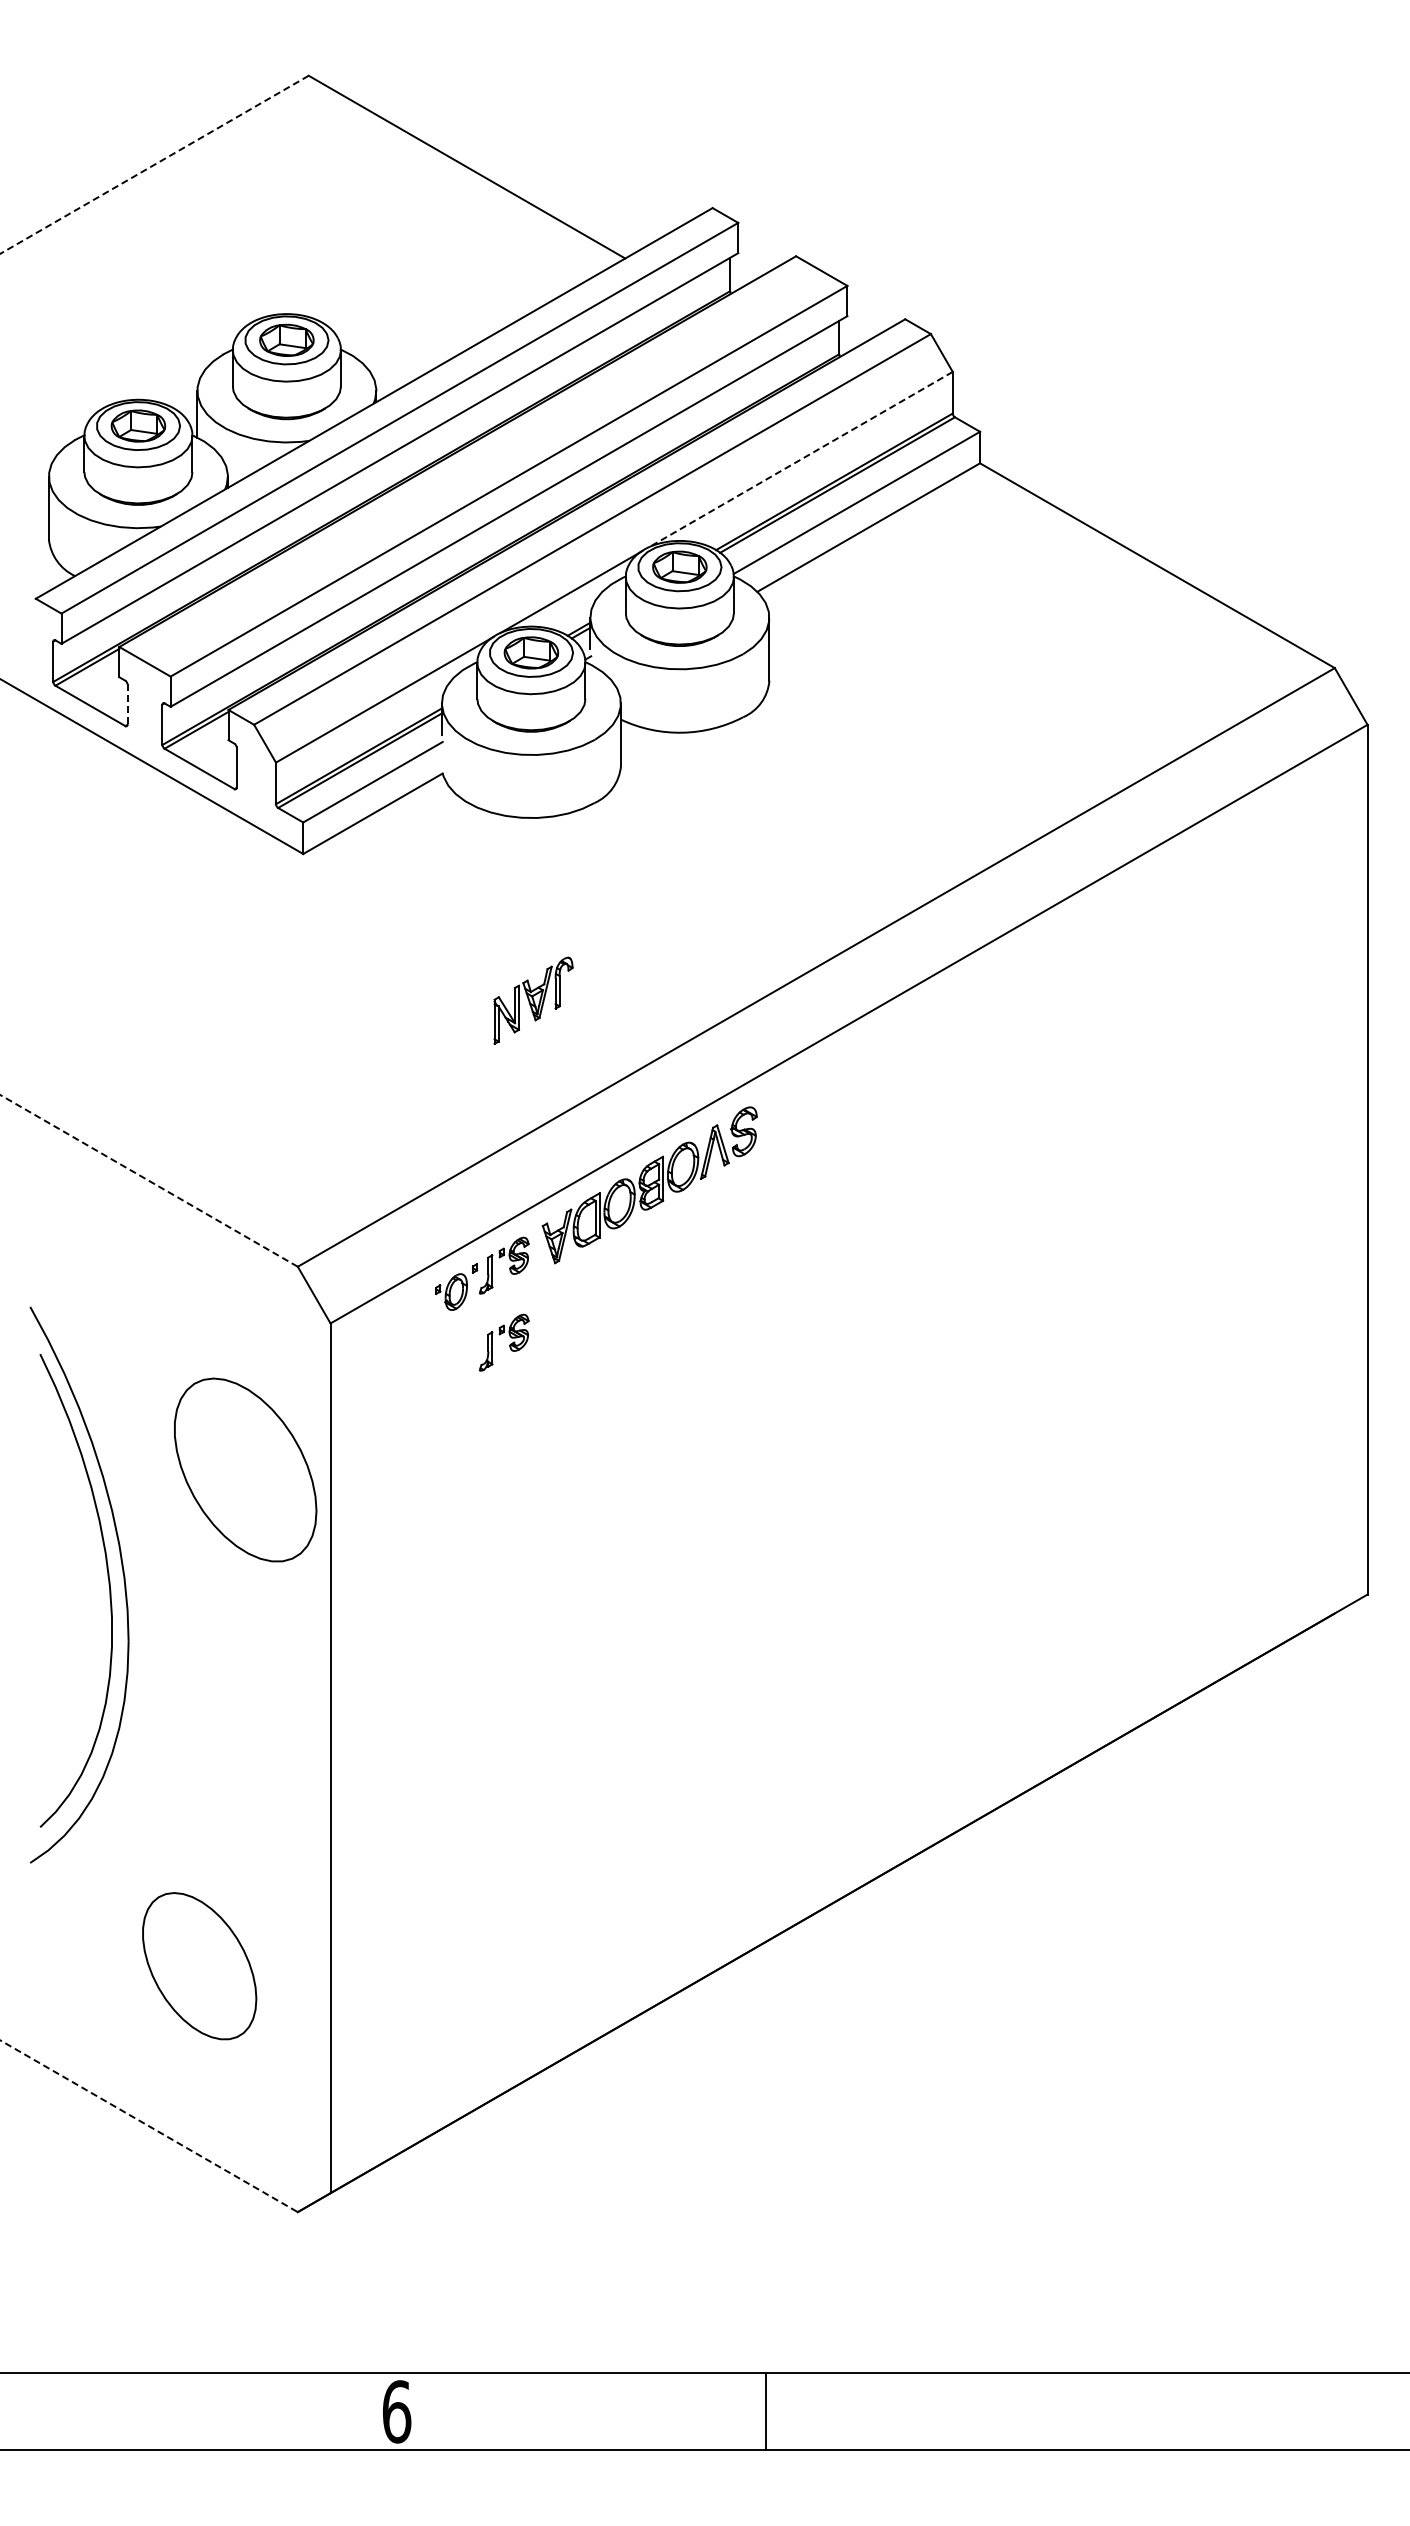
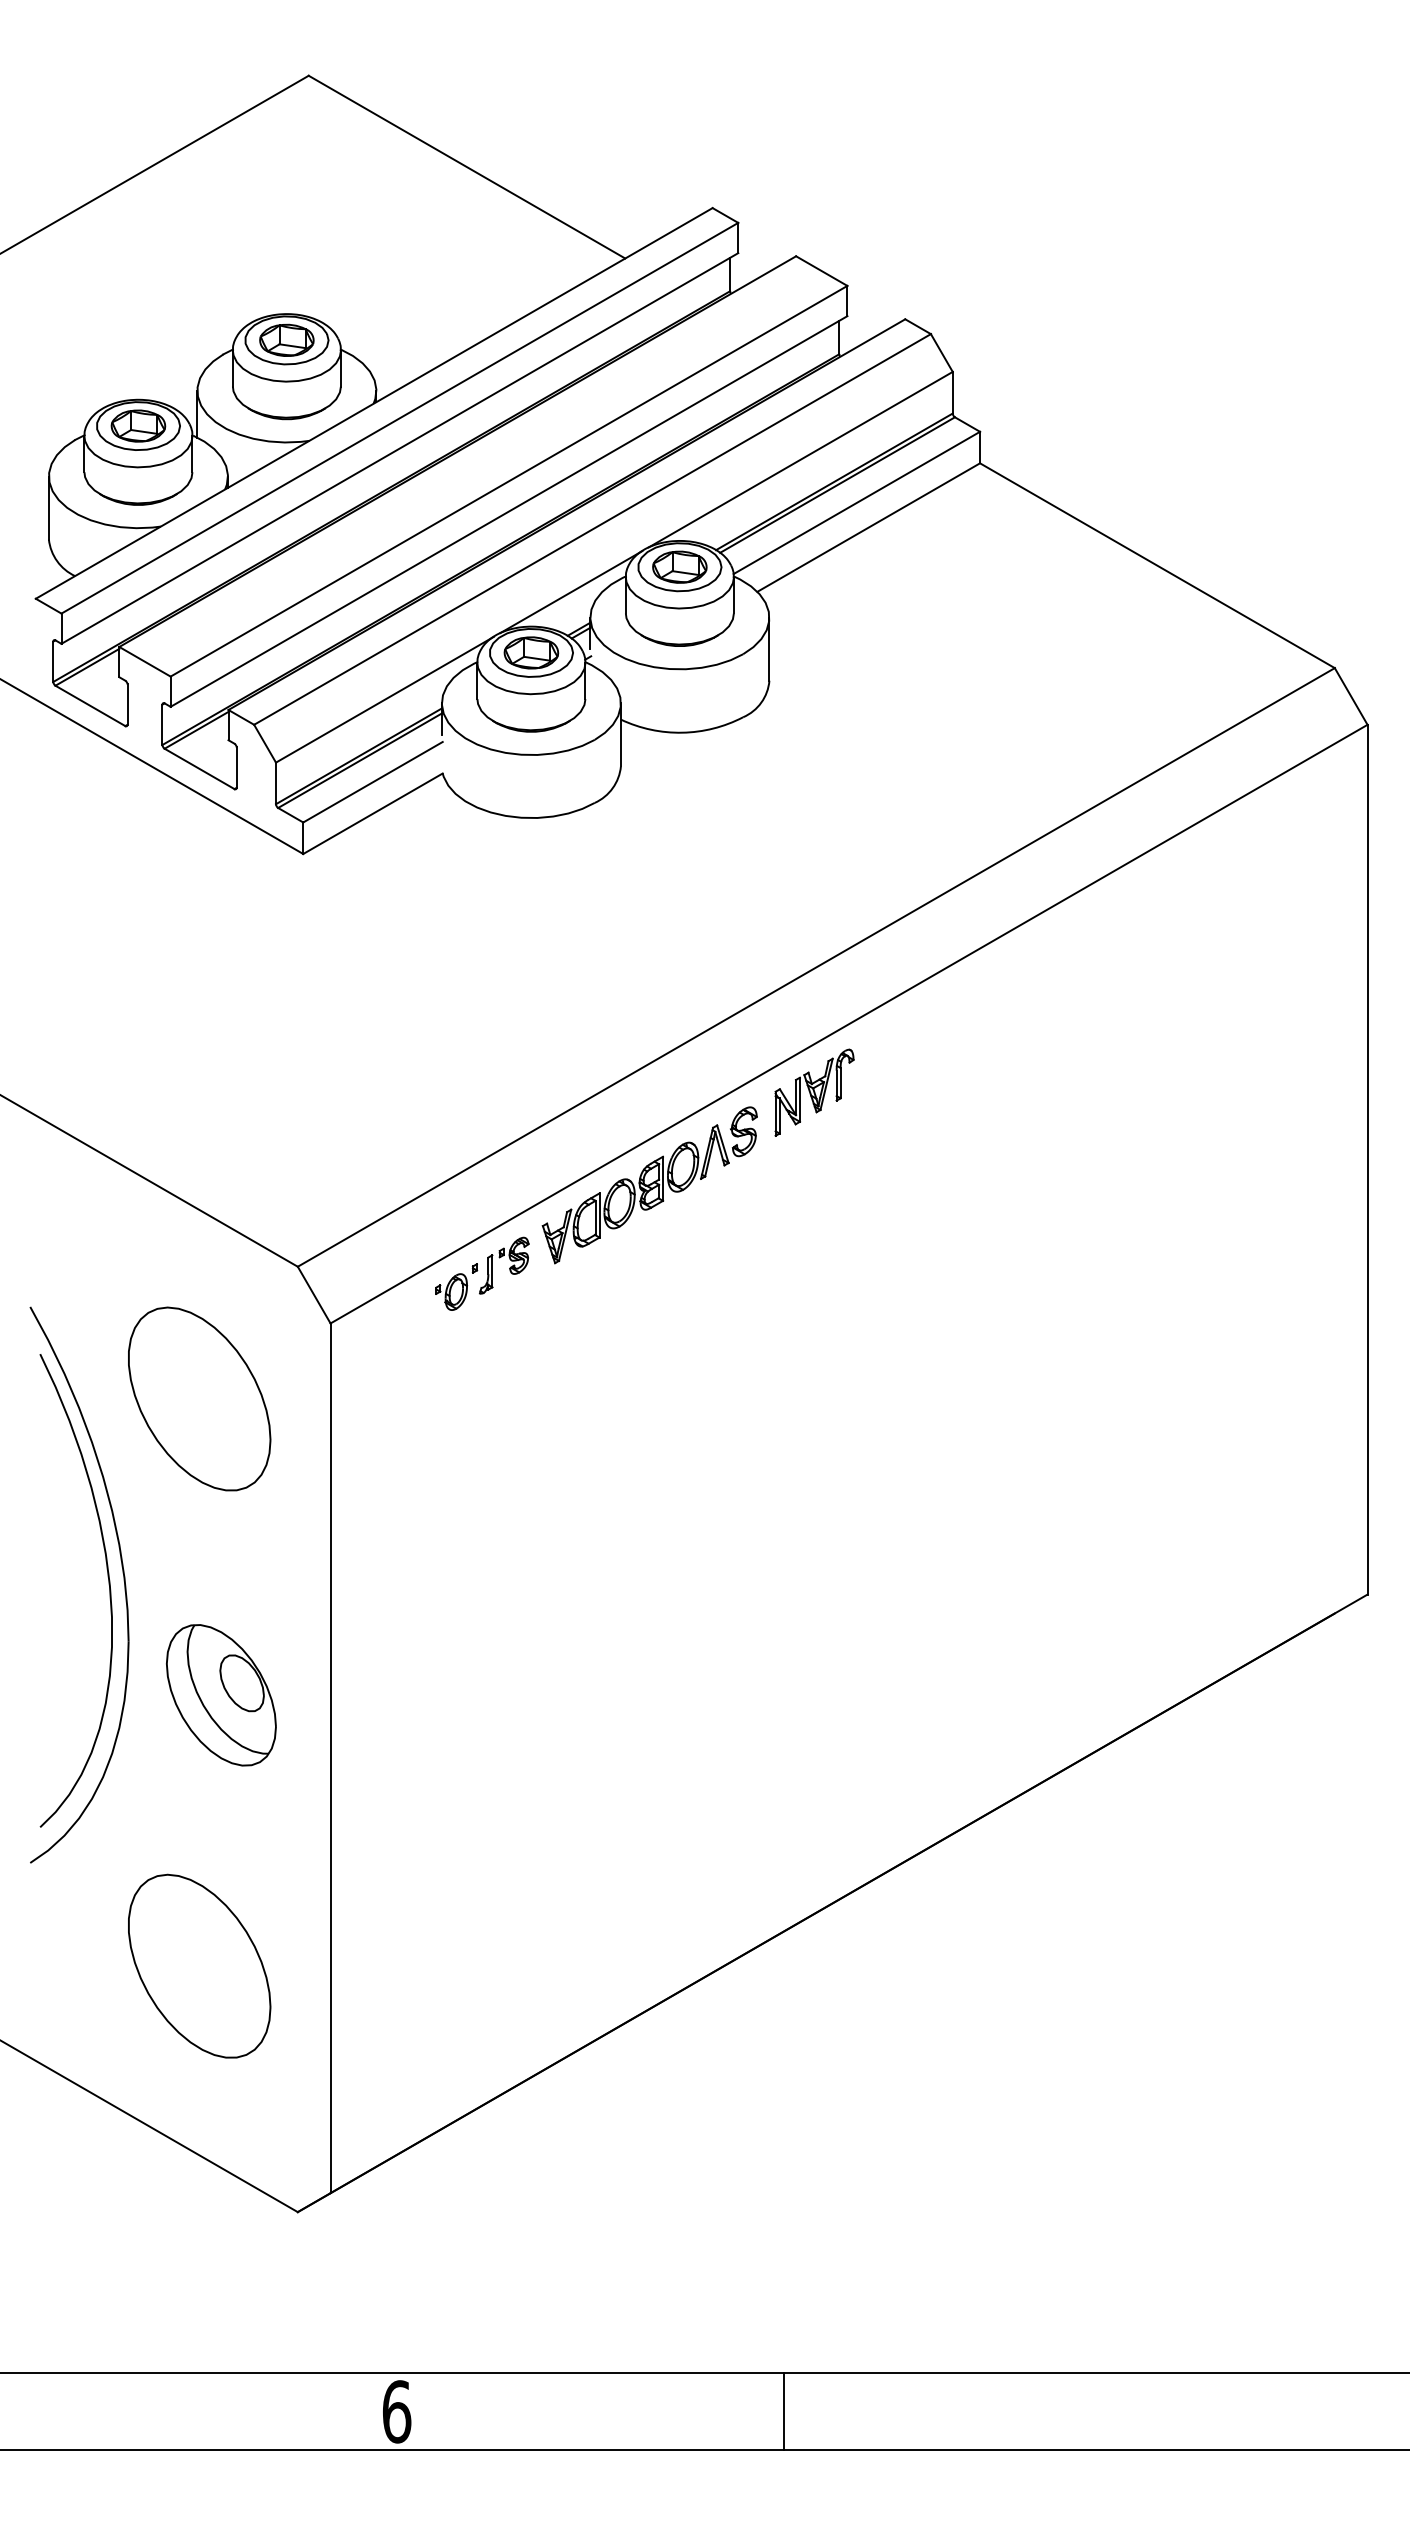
line at (154, 164): dashed -> solid
line at (800, 459): dashed -> solid
line at (127, 705): dashed -> solid
part at (533, 1000) position: (533, 1000) -> (814, 1092)
line at (148, 1180): dashed -> solid
part at (504, 1342): present -> none
part at (245, 1469) position: (245, 1469) -> (199, 1398)
part at (221, 1695): none -> present
part at (199, 1966) size: 116x149 px -> 144x186 px
line at (149, 2126): dashed -> solid
line at (765, 2411) position: (765, 2411) -> (783, 2411)
